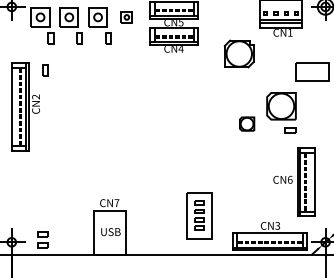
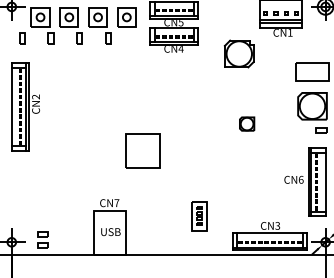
part at (126, 17) size: 13x13 px -> 20x21 px
part at (45, 70) position: (45, 70) -> (22, 38)
part at (281, 112) position: (281, 112) -> (312, 112)
part at (142, 150): none -> present
part at (294, 181) position: (294, 181) -> (305, 181)
part at (199, 215) size: 27x48 px -> 17x31 px
